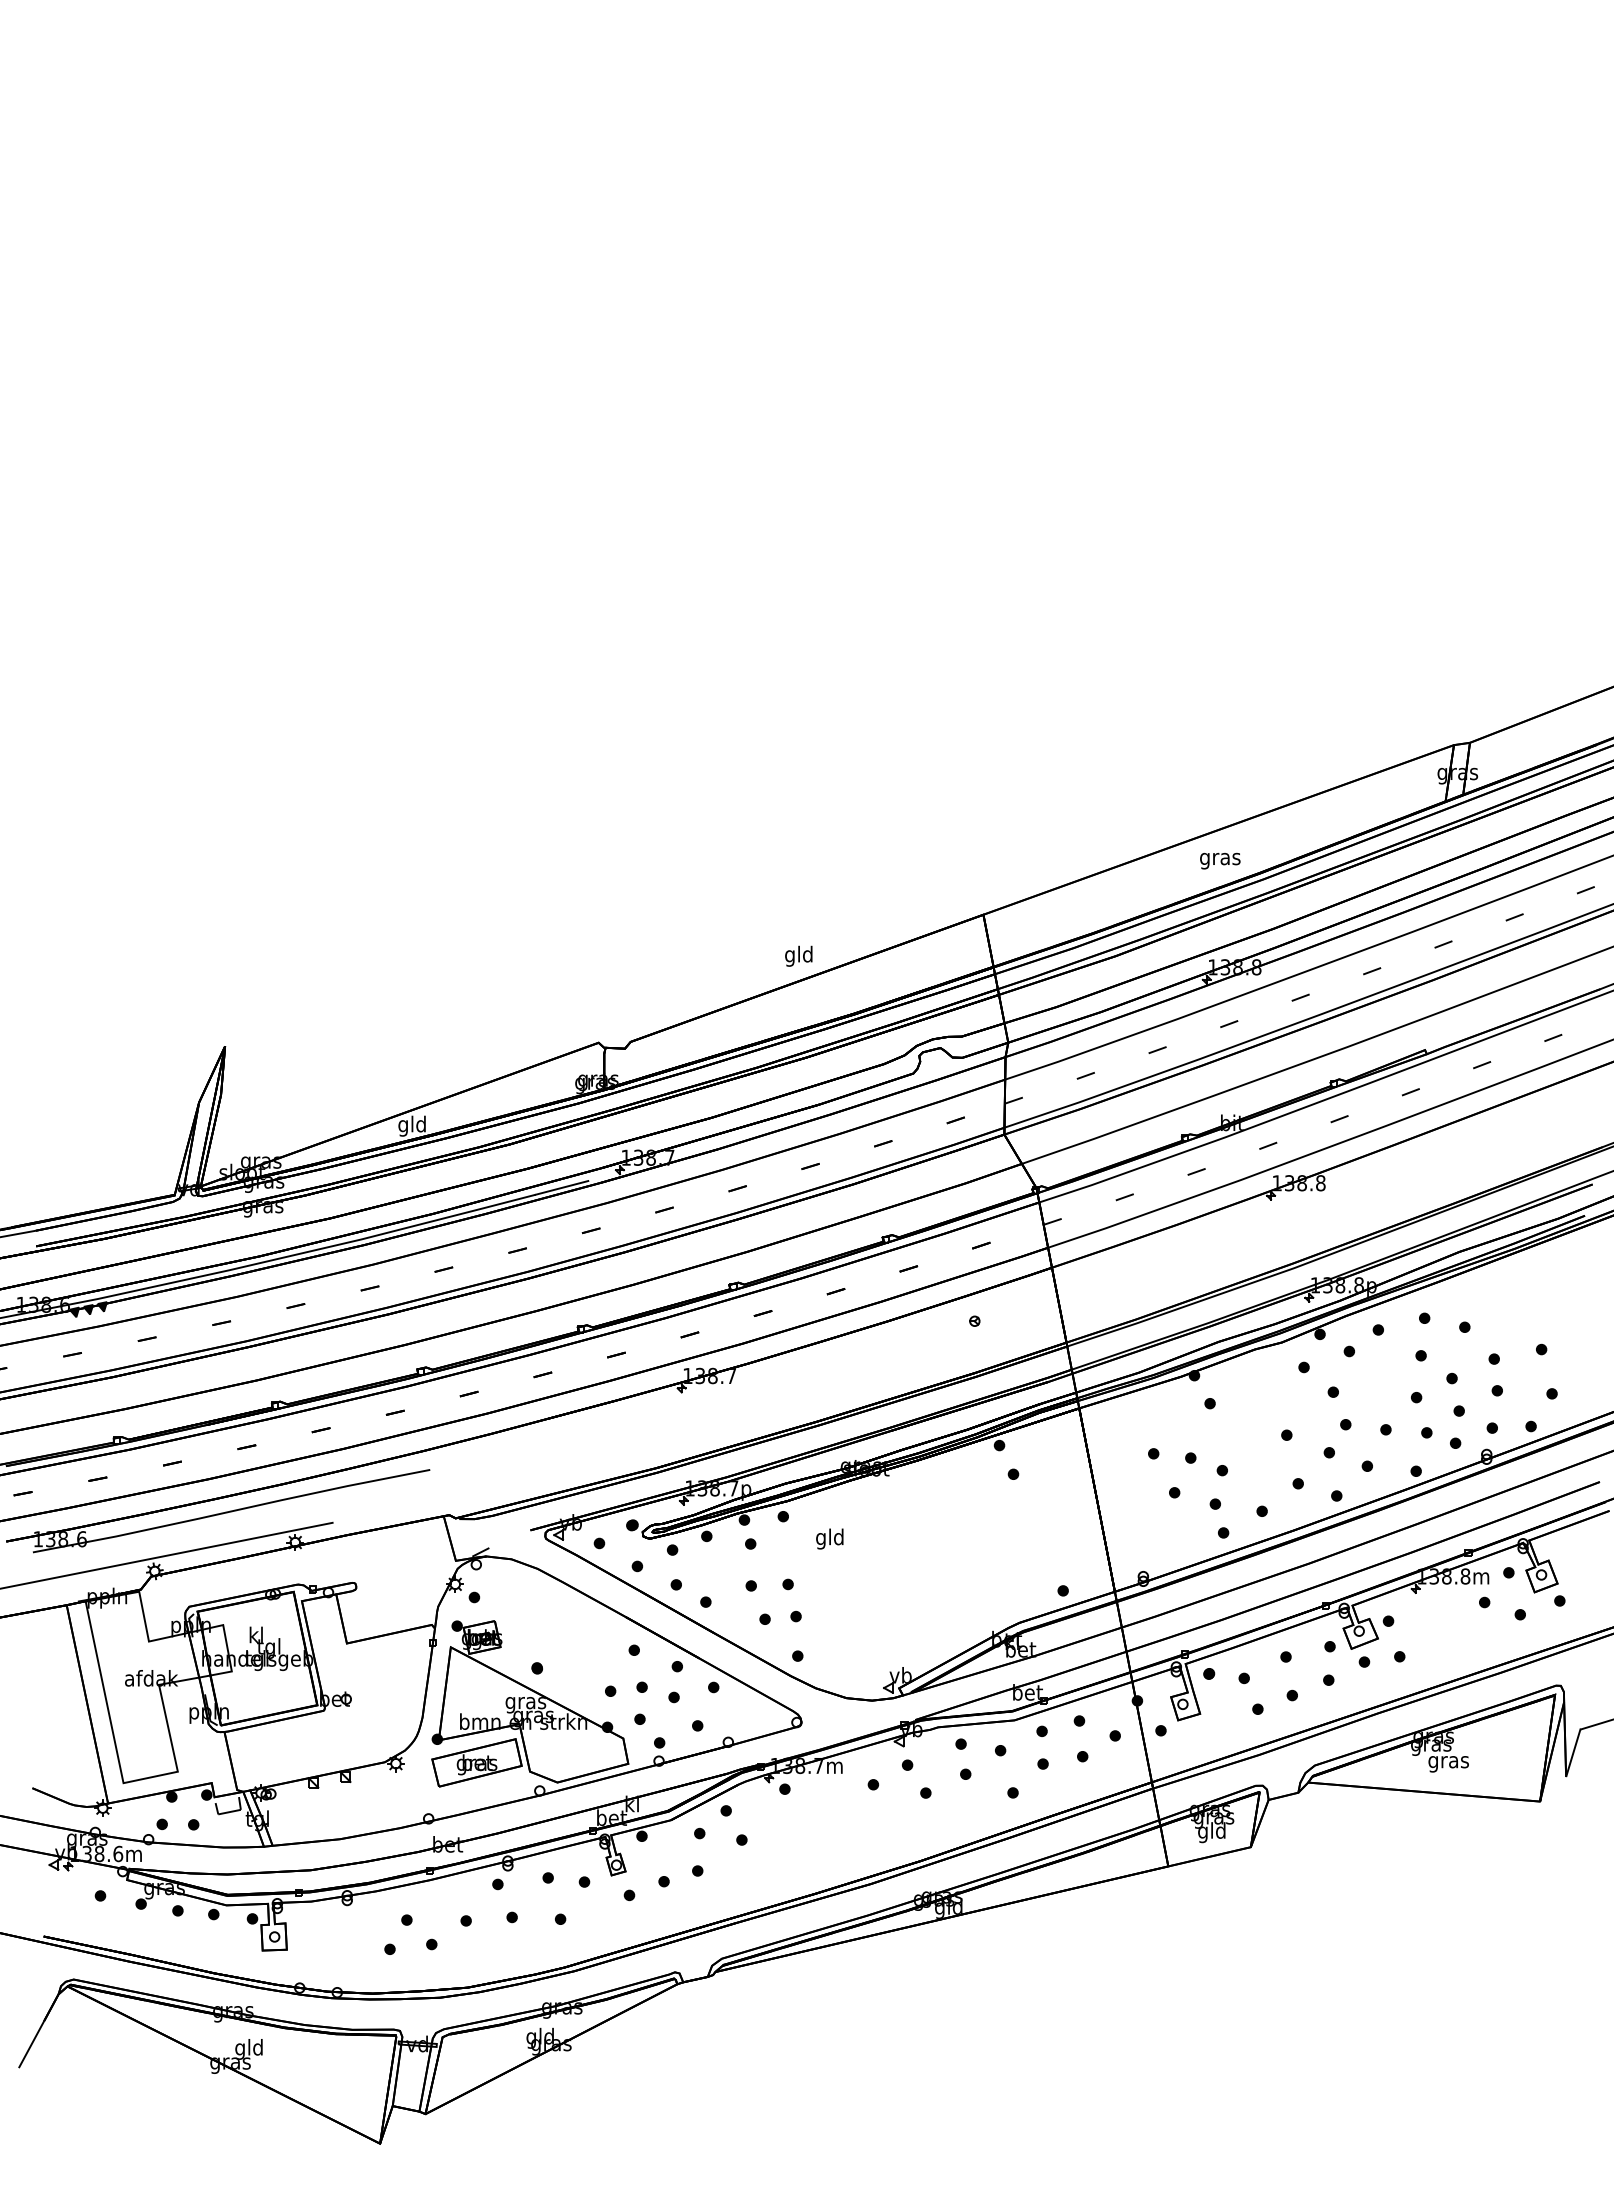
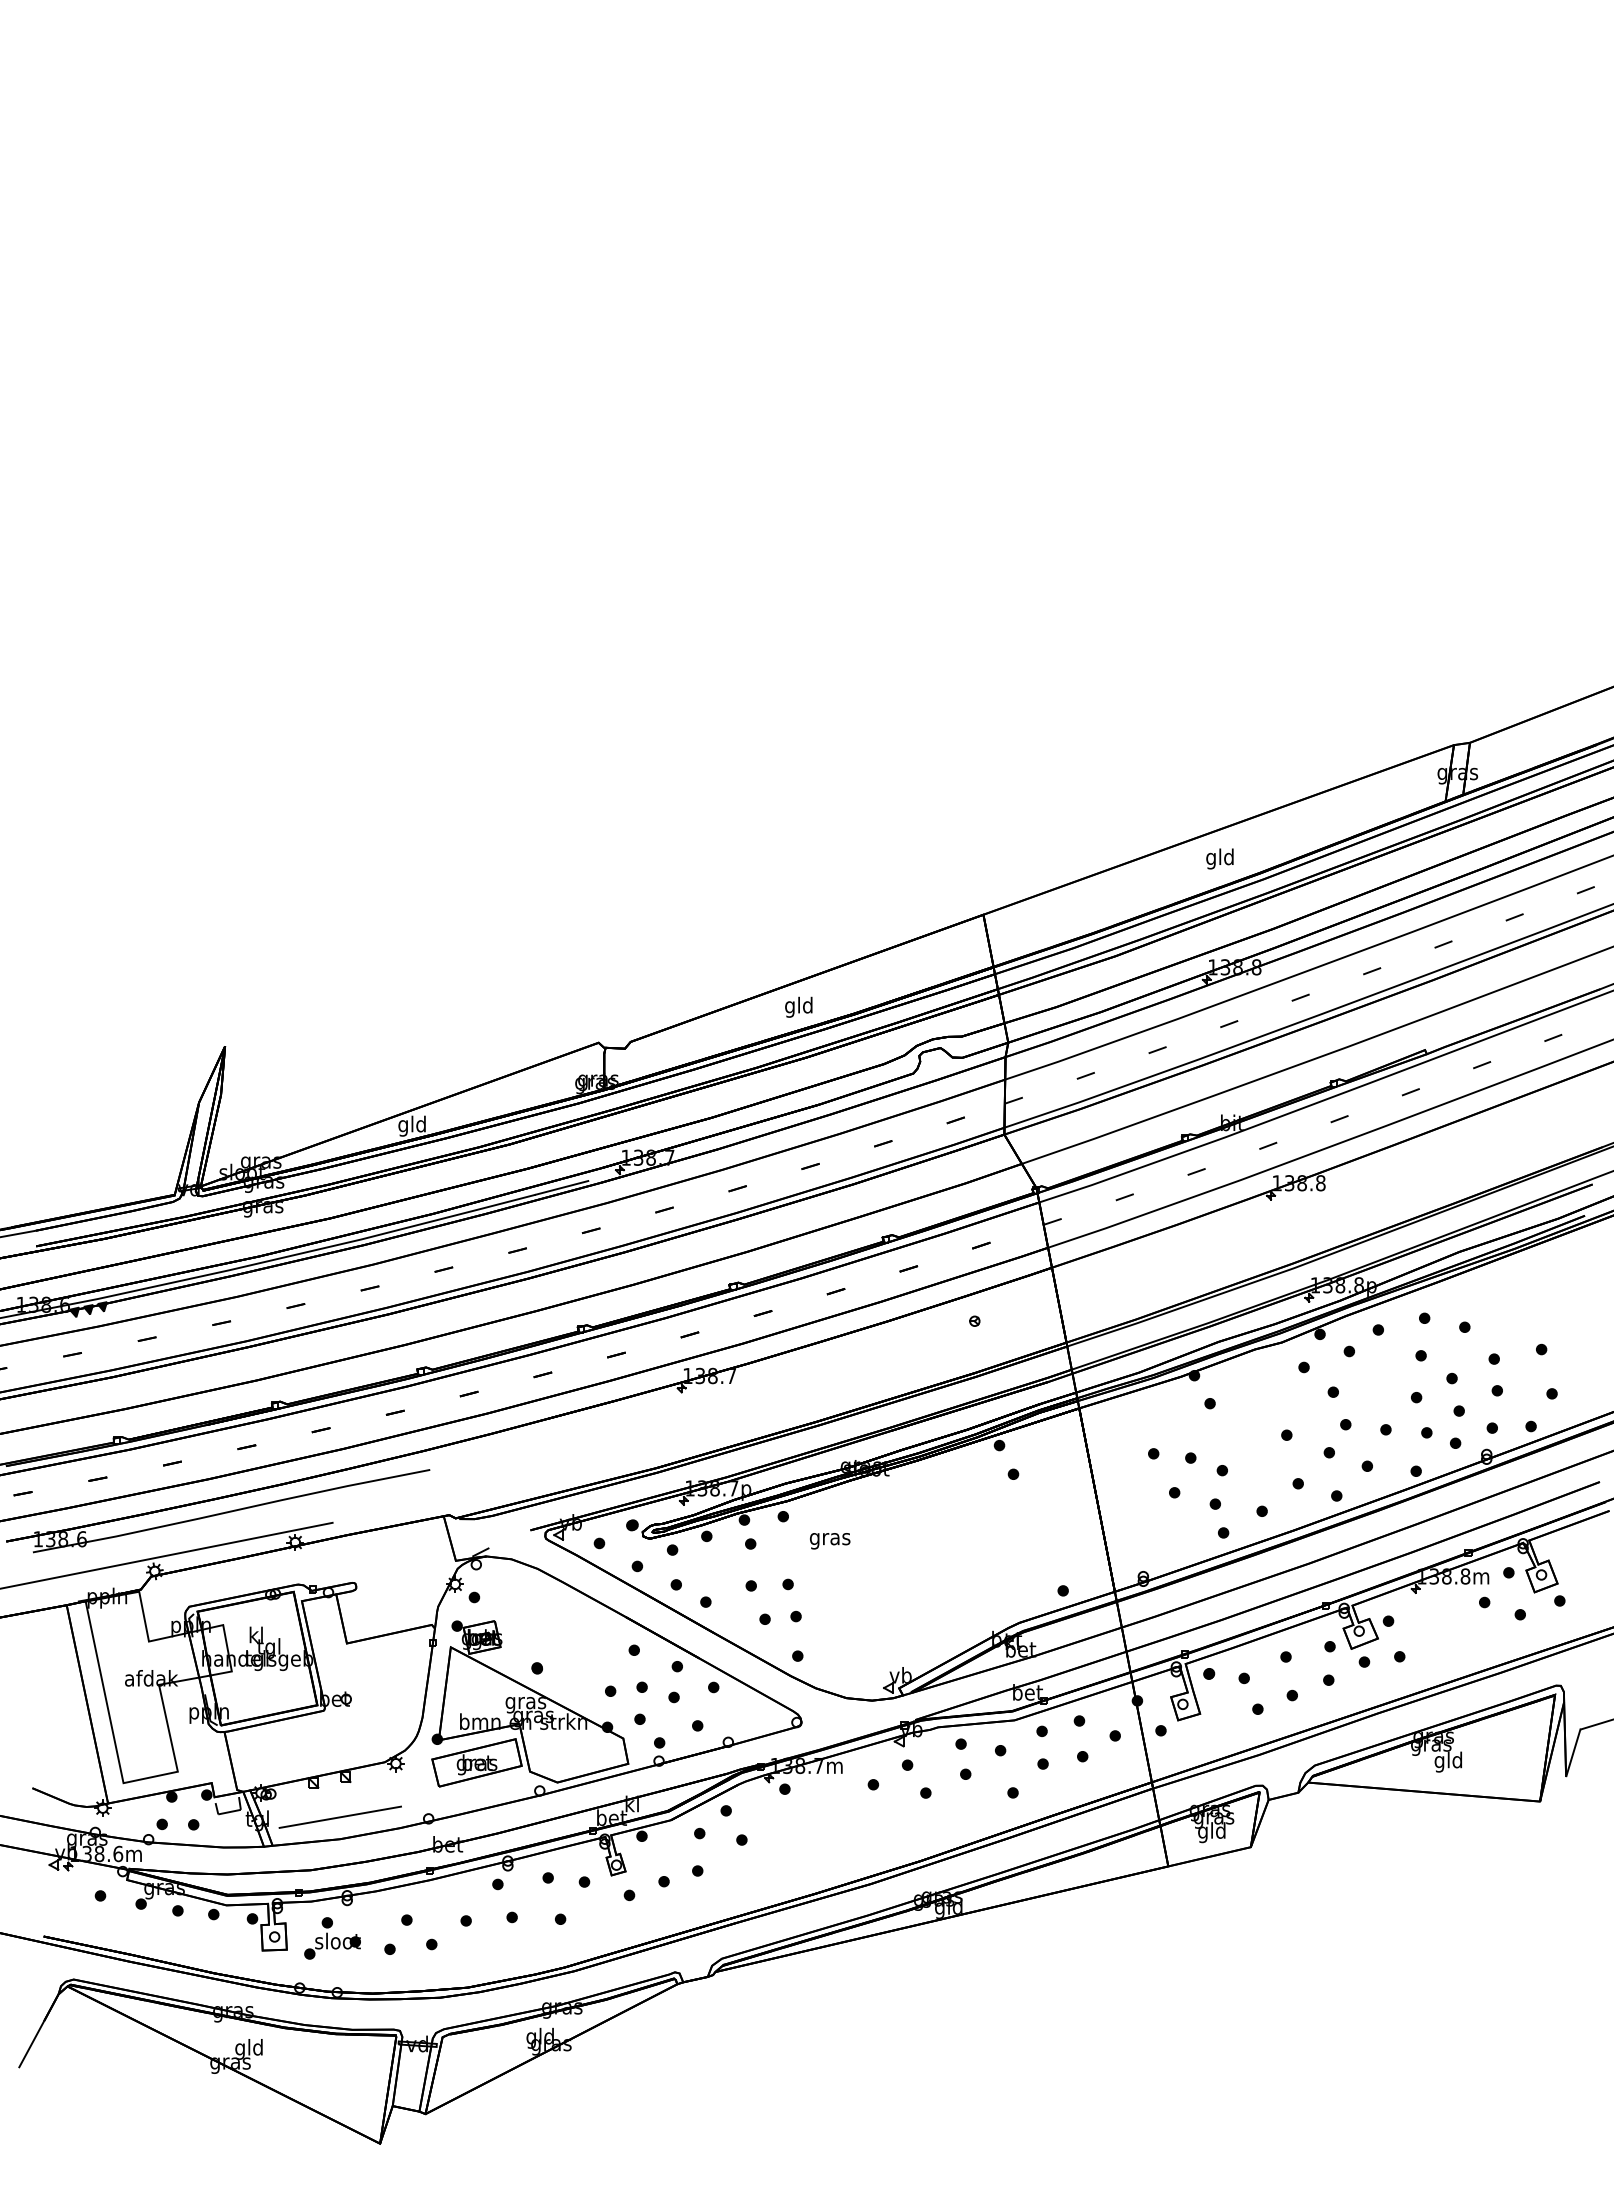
text at (1220, 858): gras -> gld
text at (798, 955) position: (798, 955) -> (798, 1006)
text at (829, 1538): gld -> gras
text at (1448, 1761): gras -> gld
line at (340, 1816): none -> present
part at (332, 1938): none -> present
